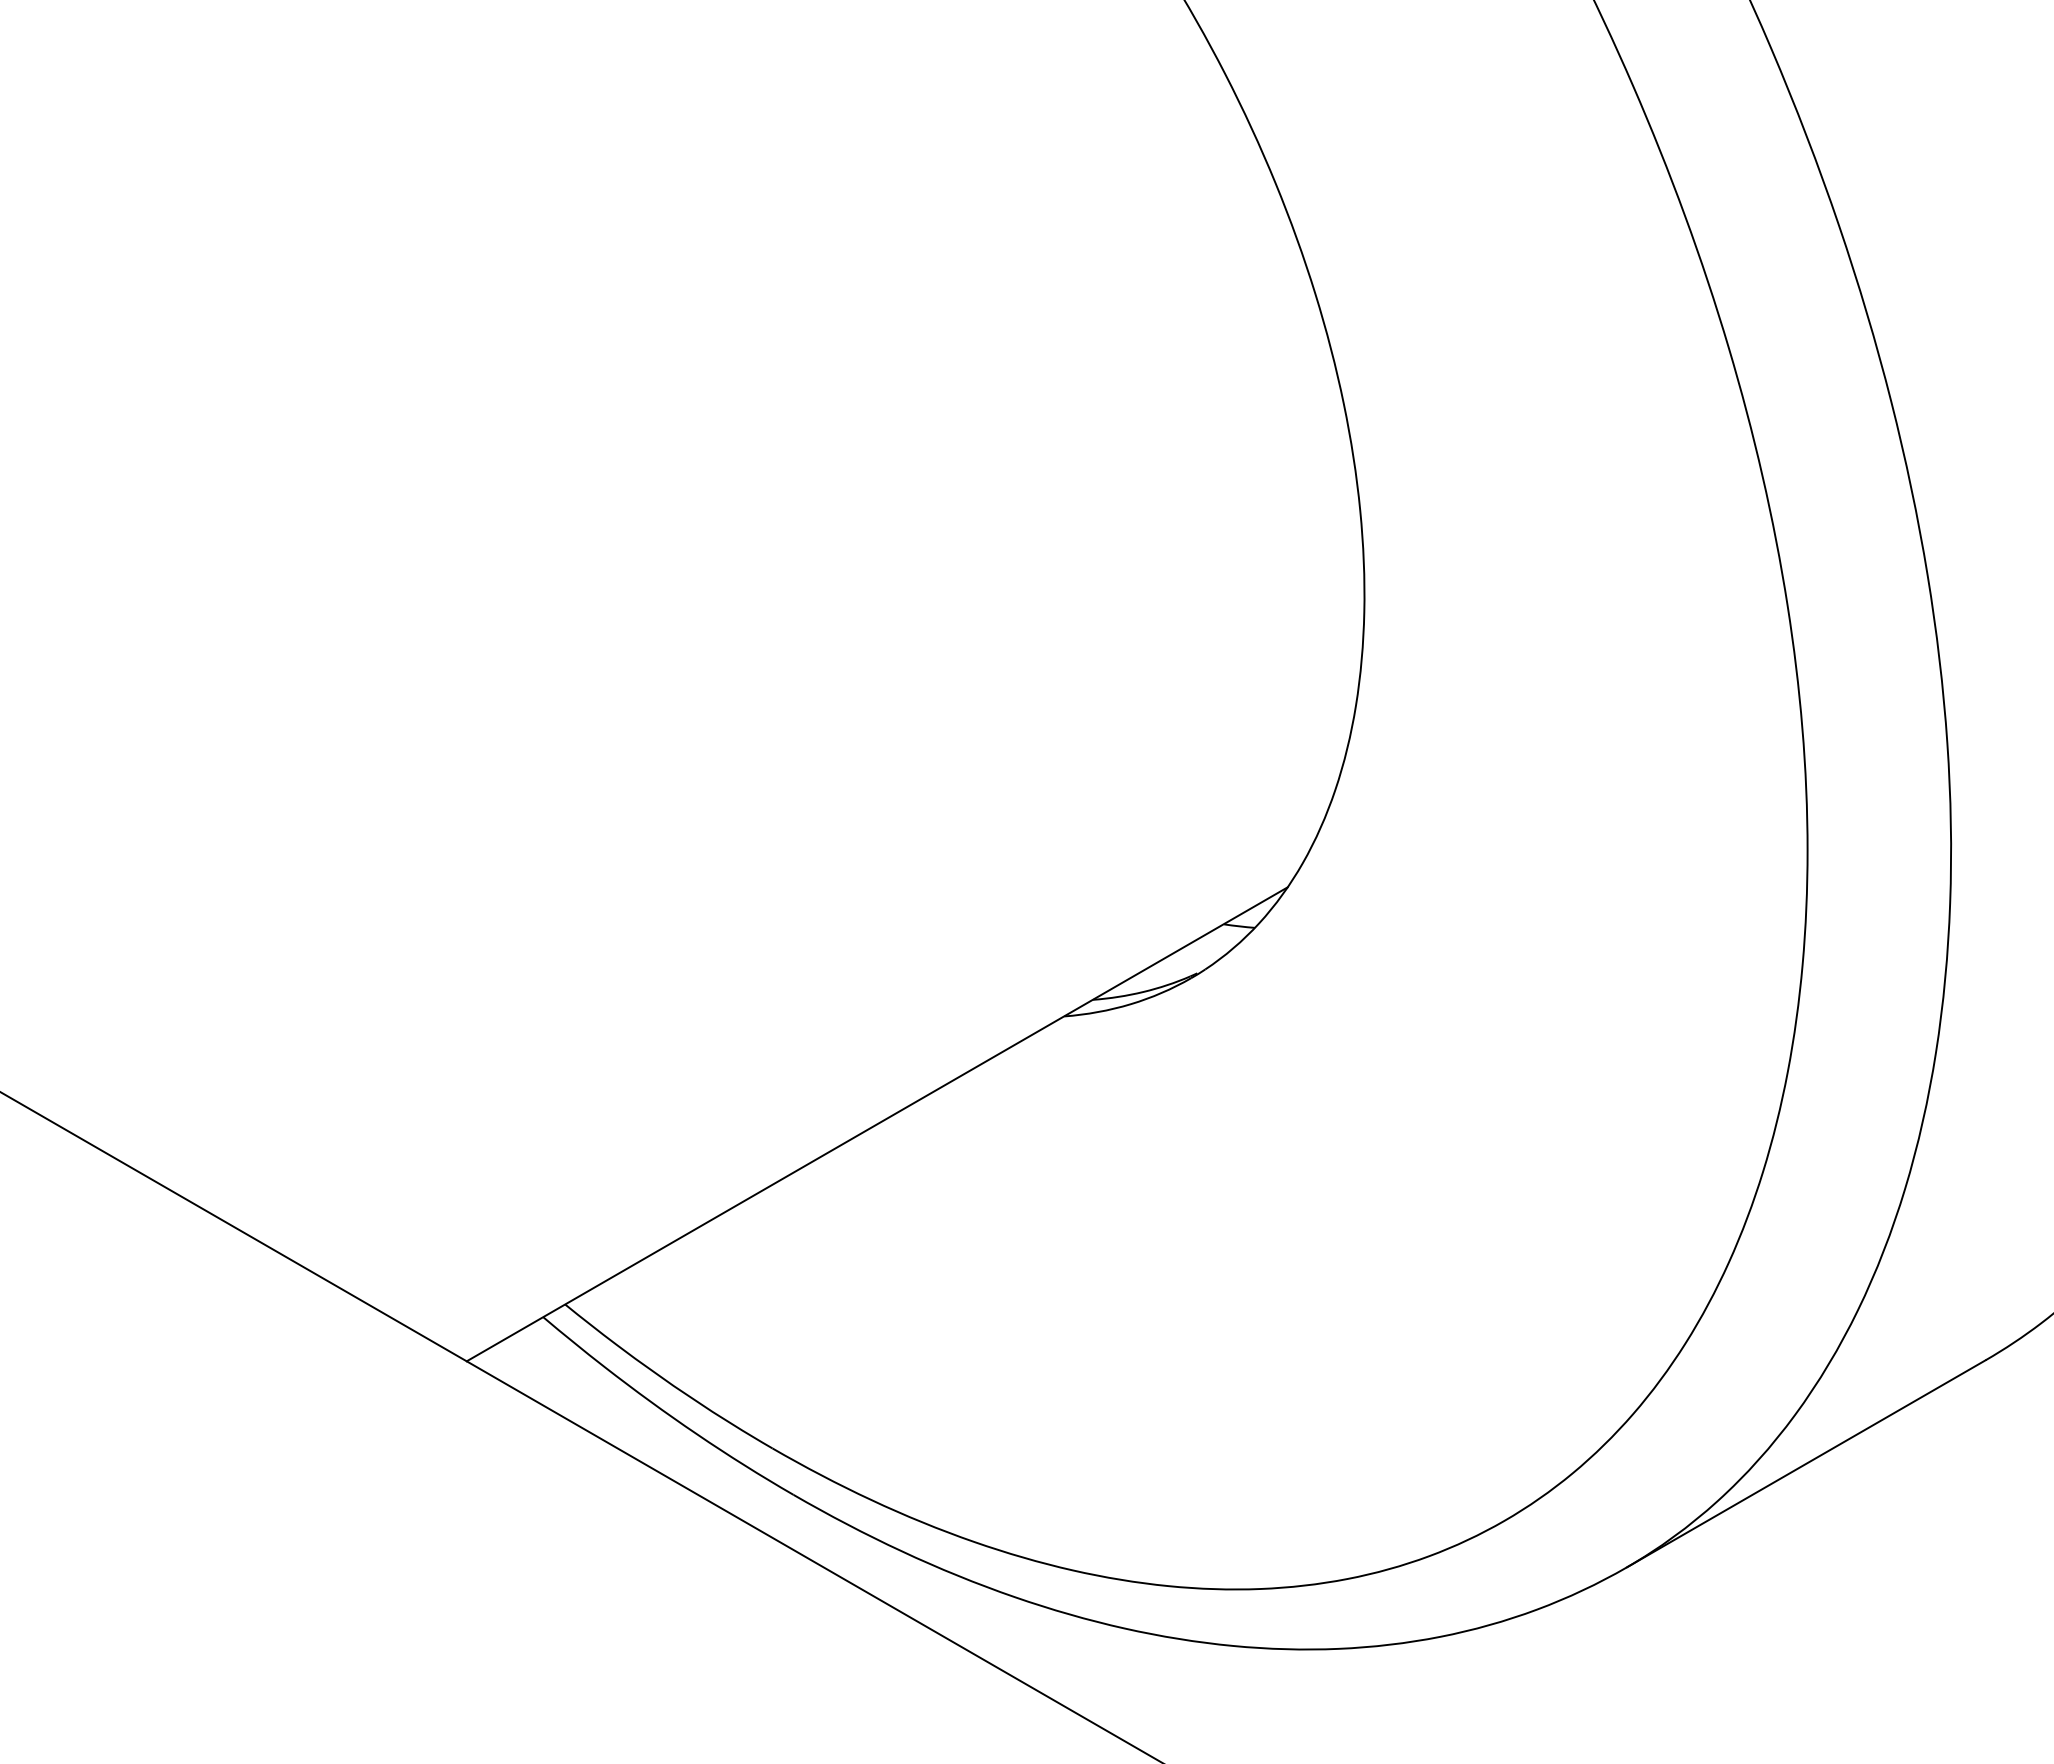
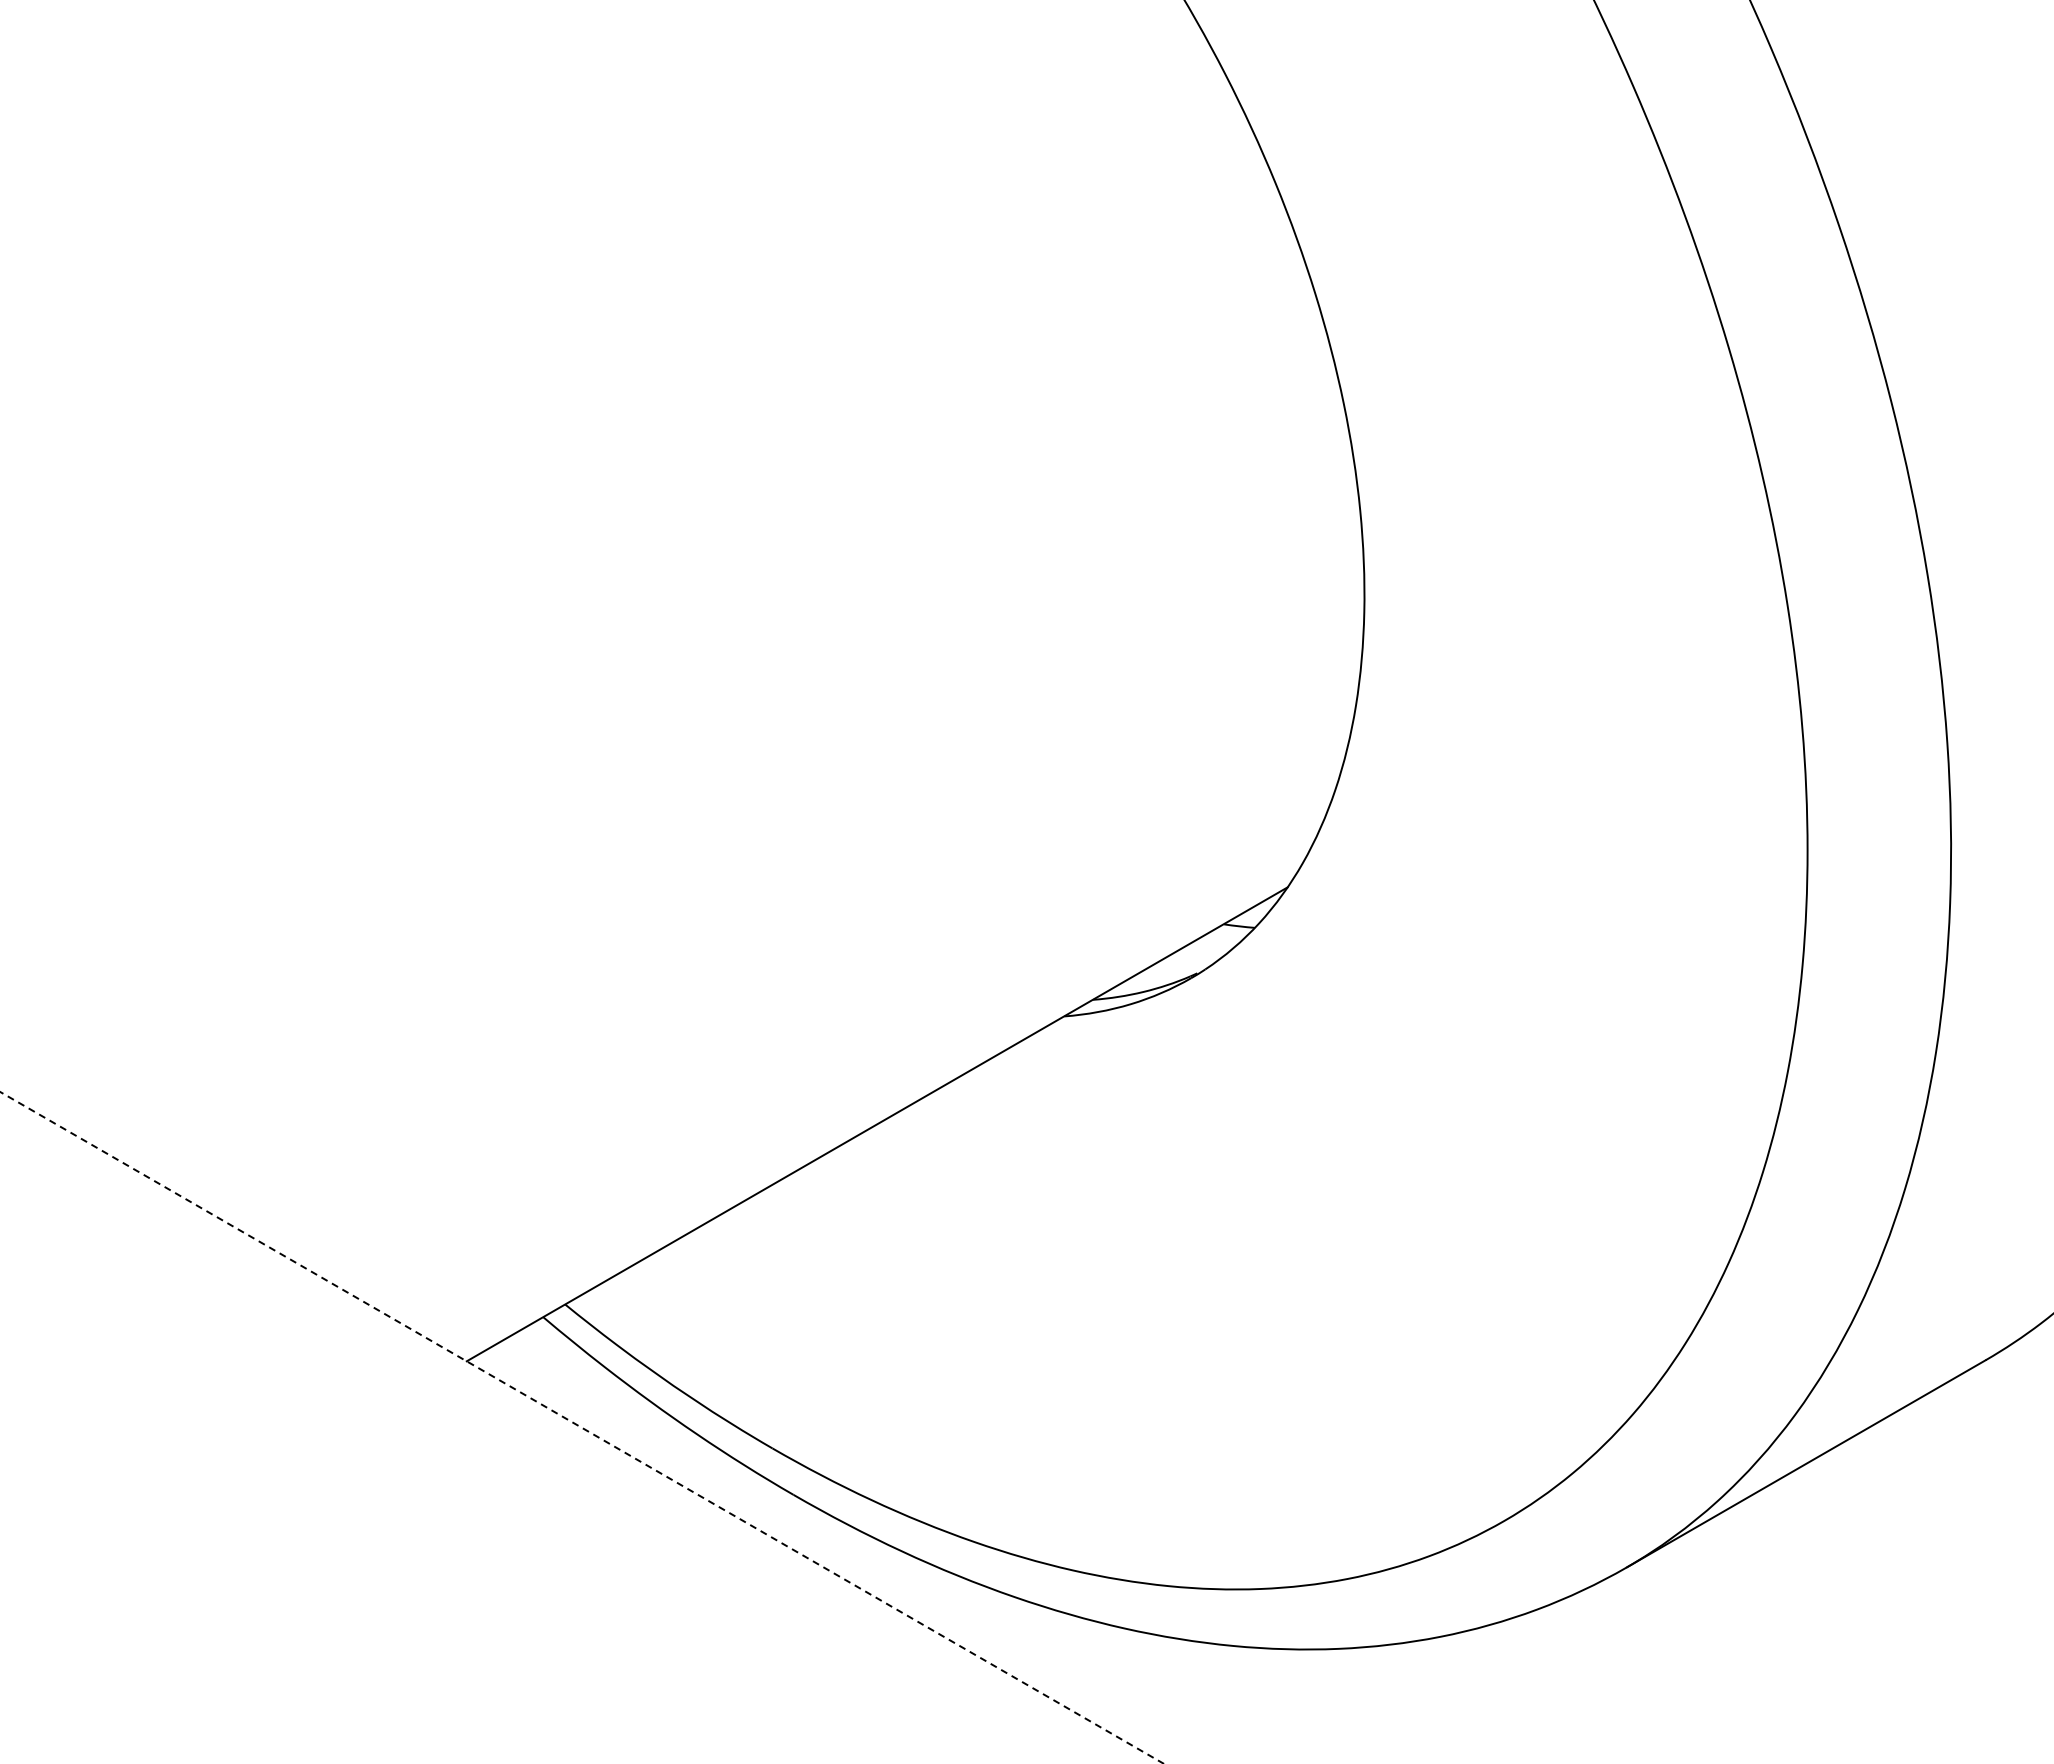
line at (582, 1428): solid -> dashed
